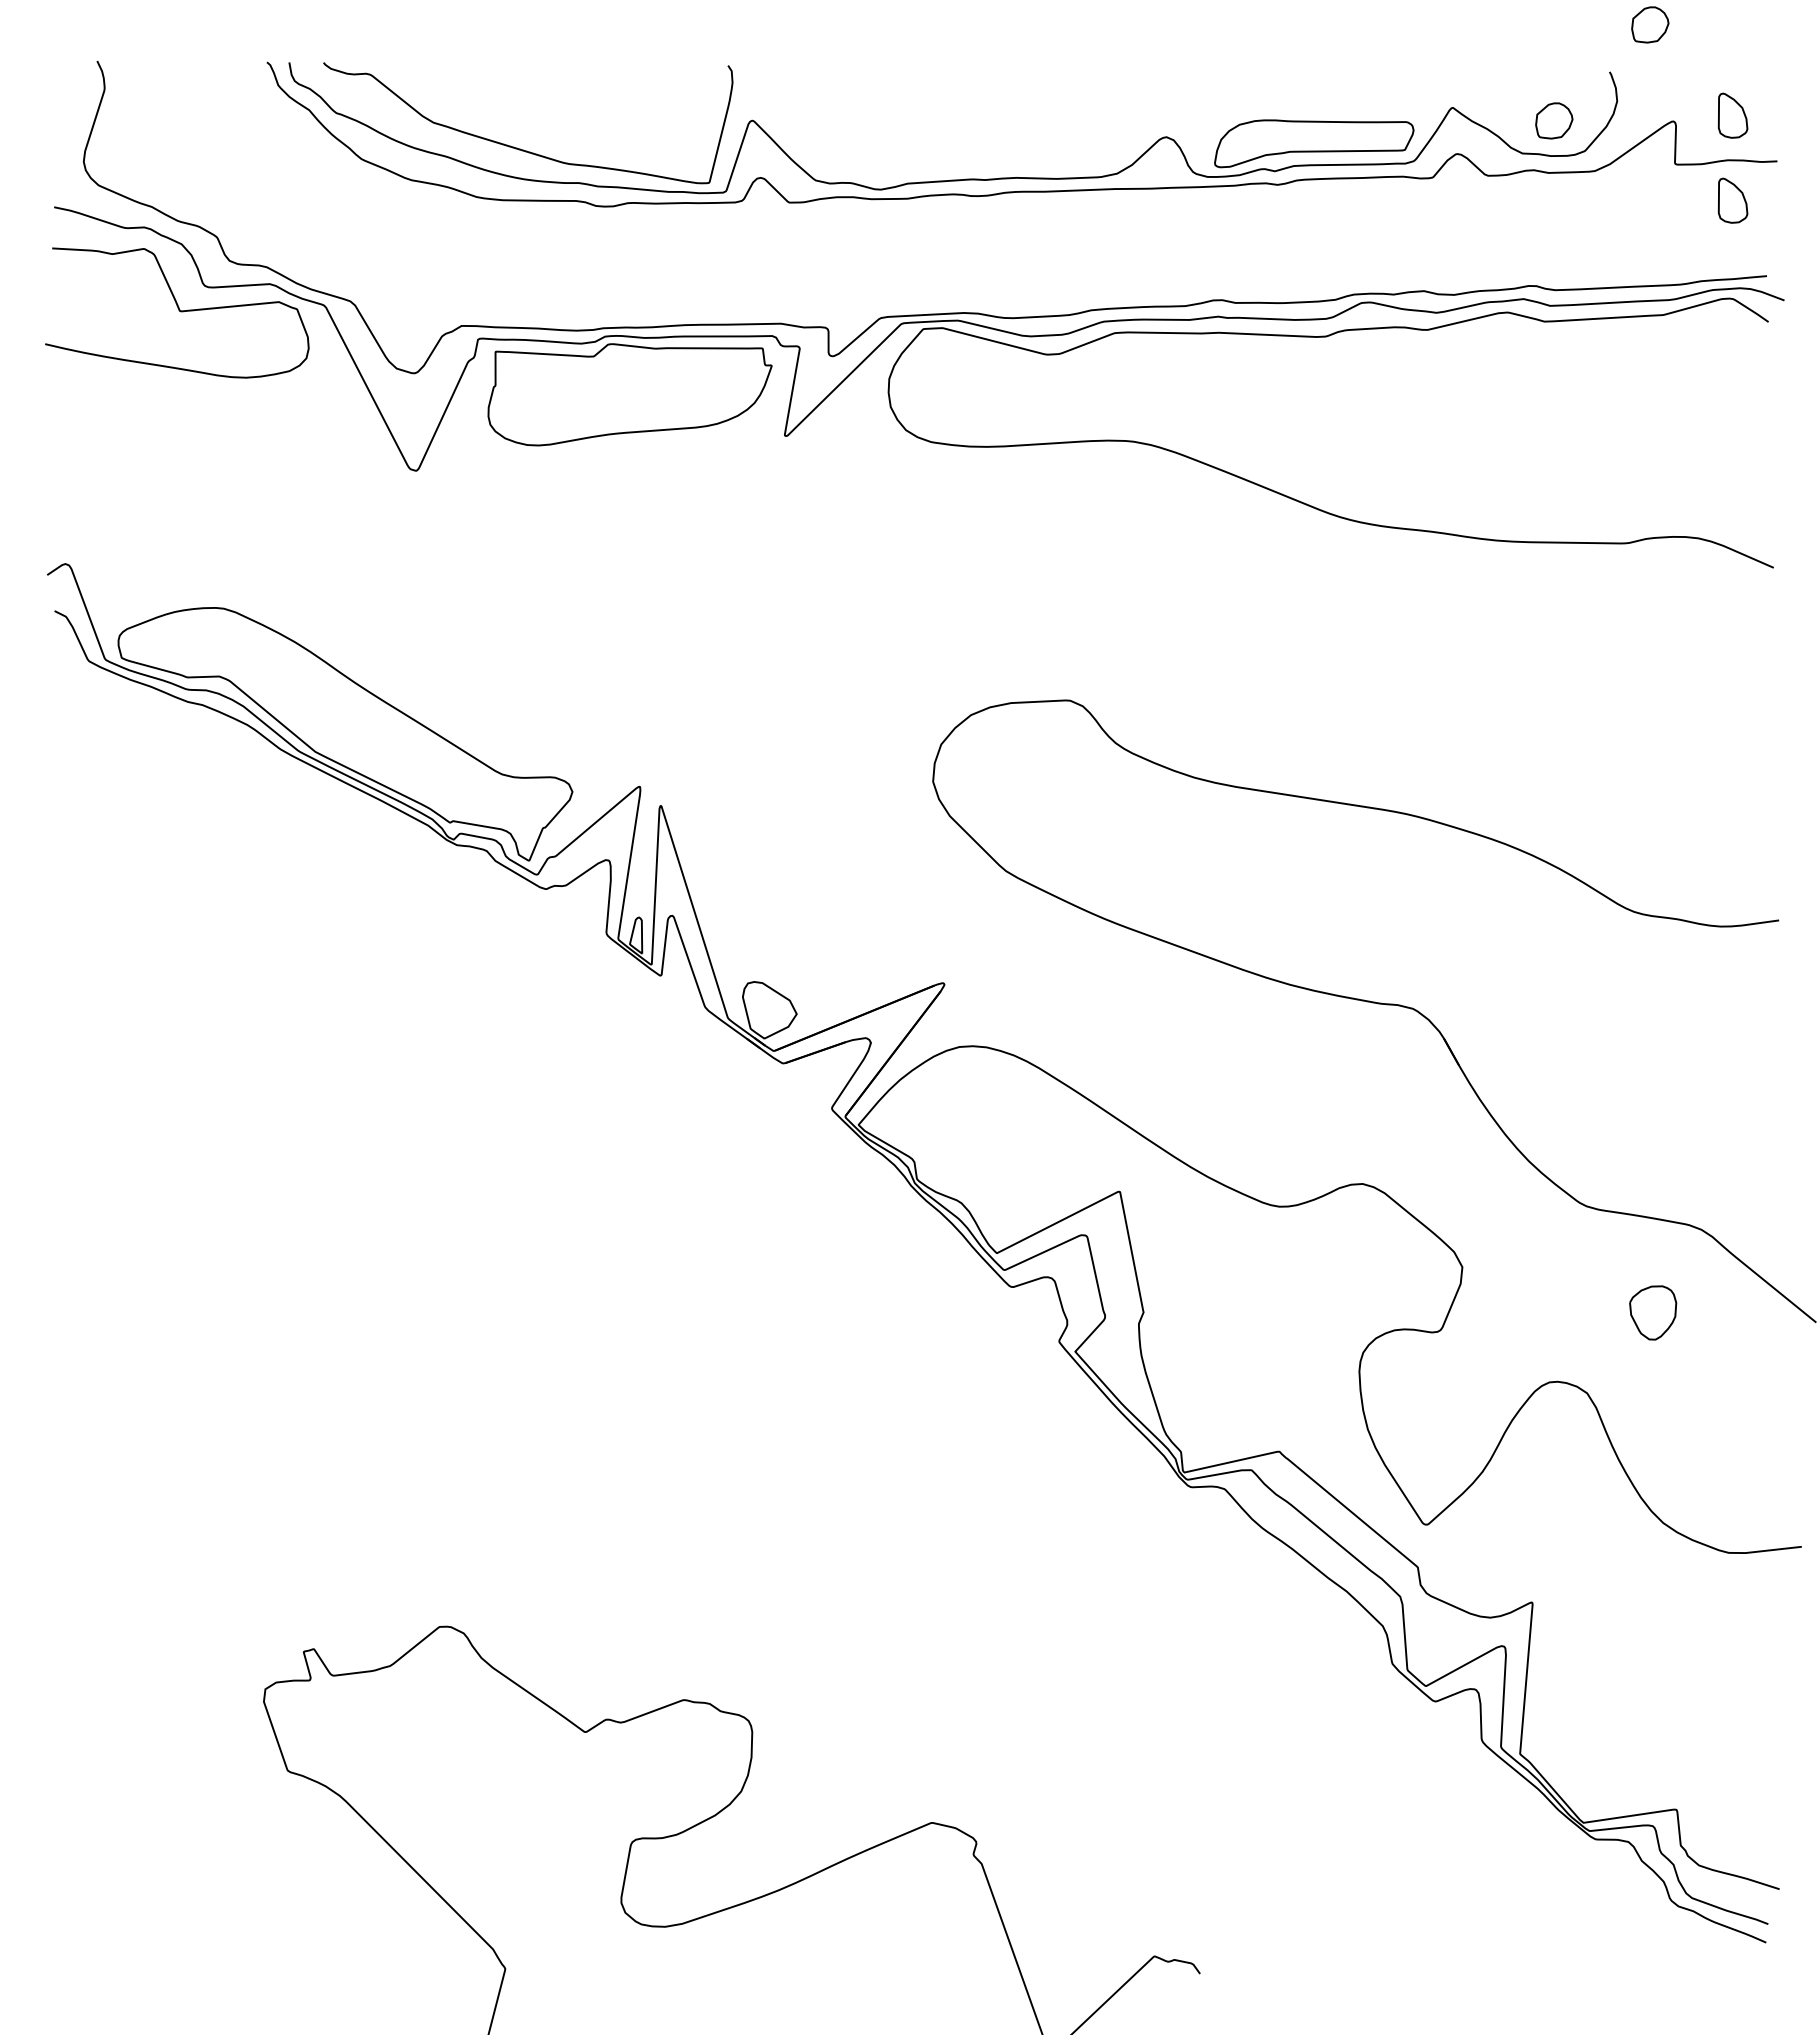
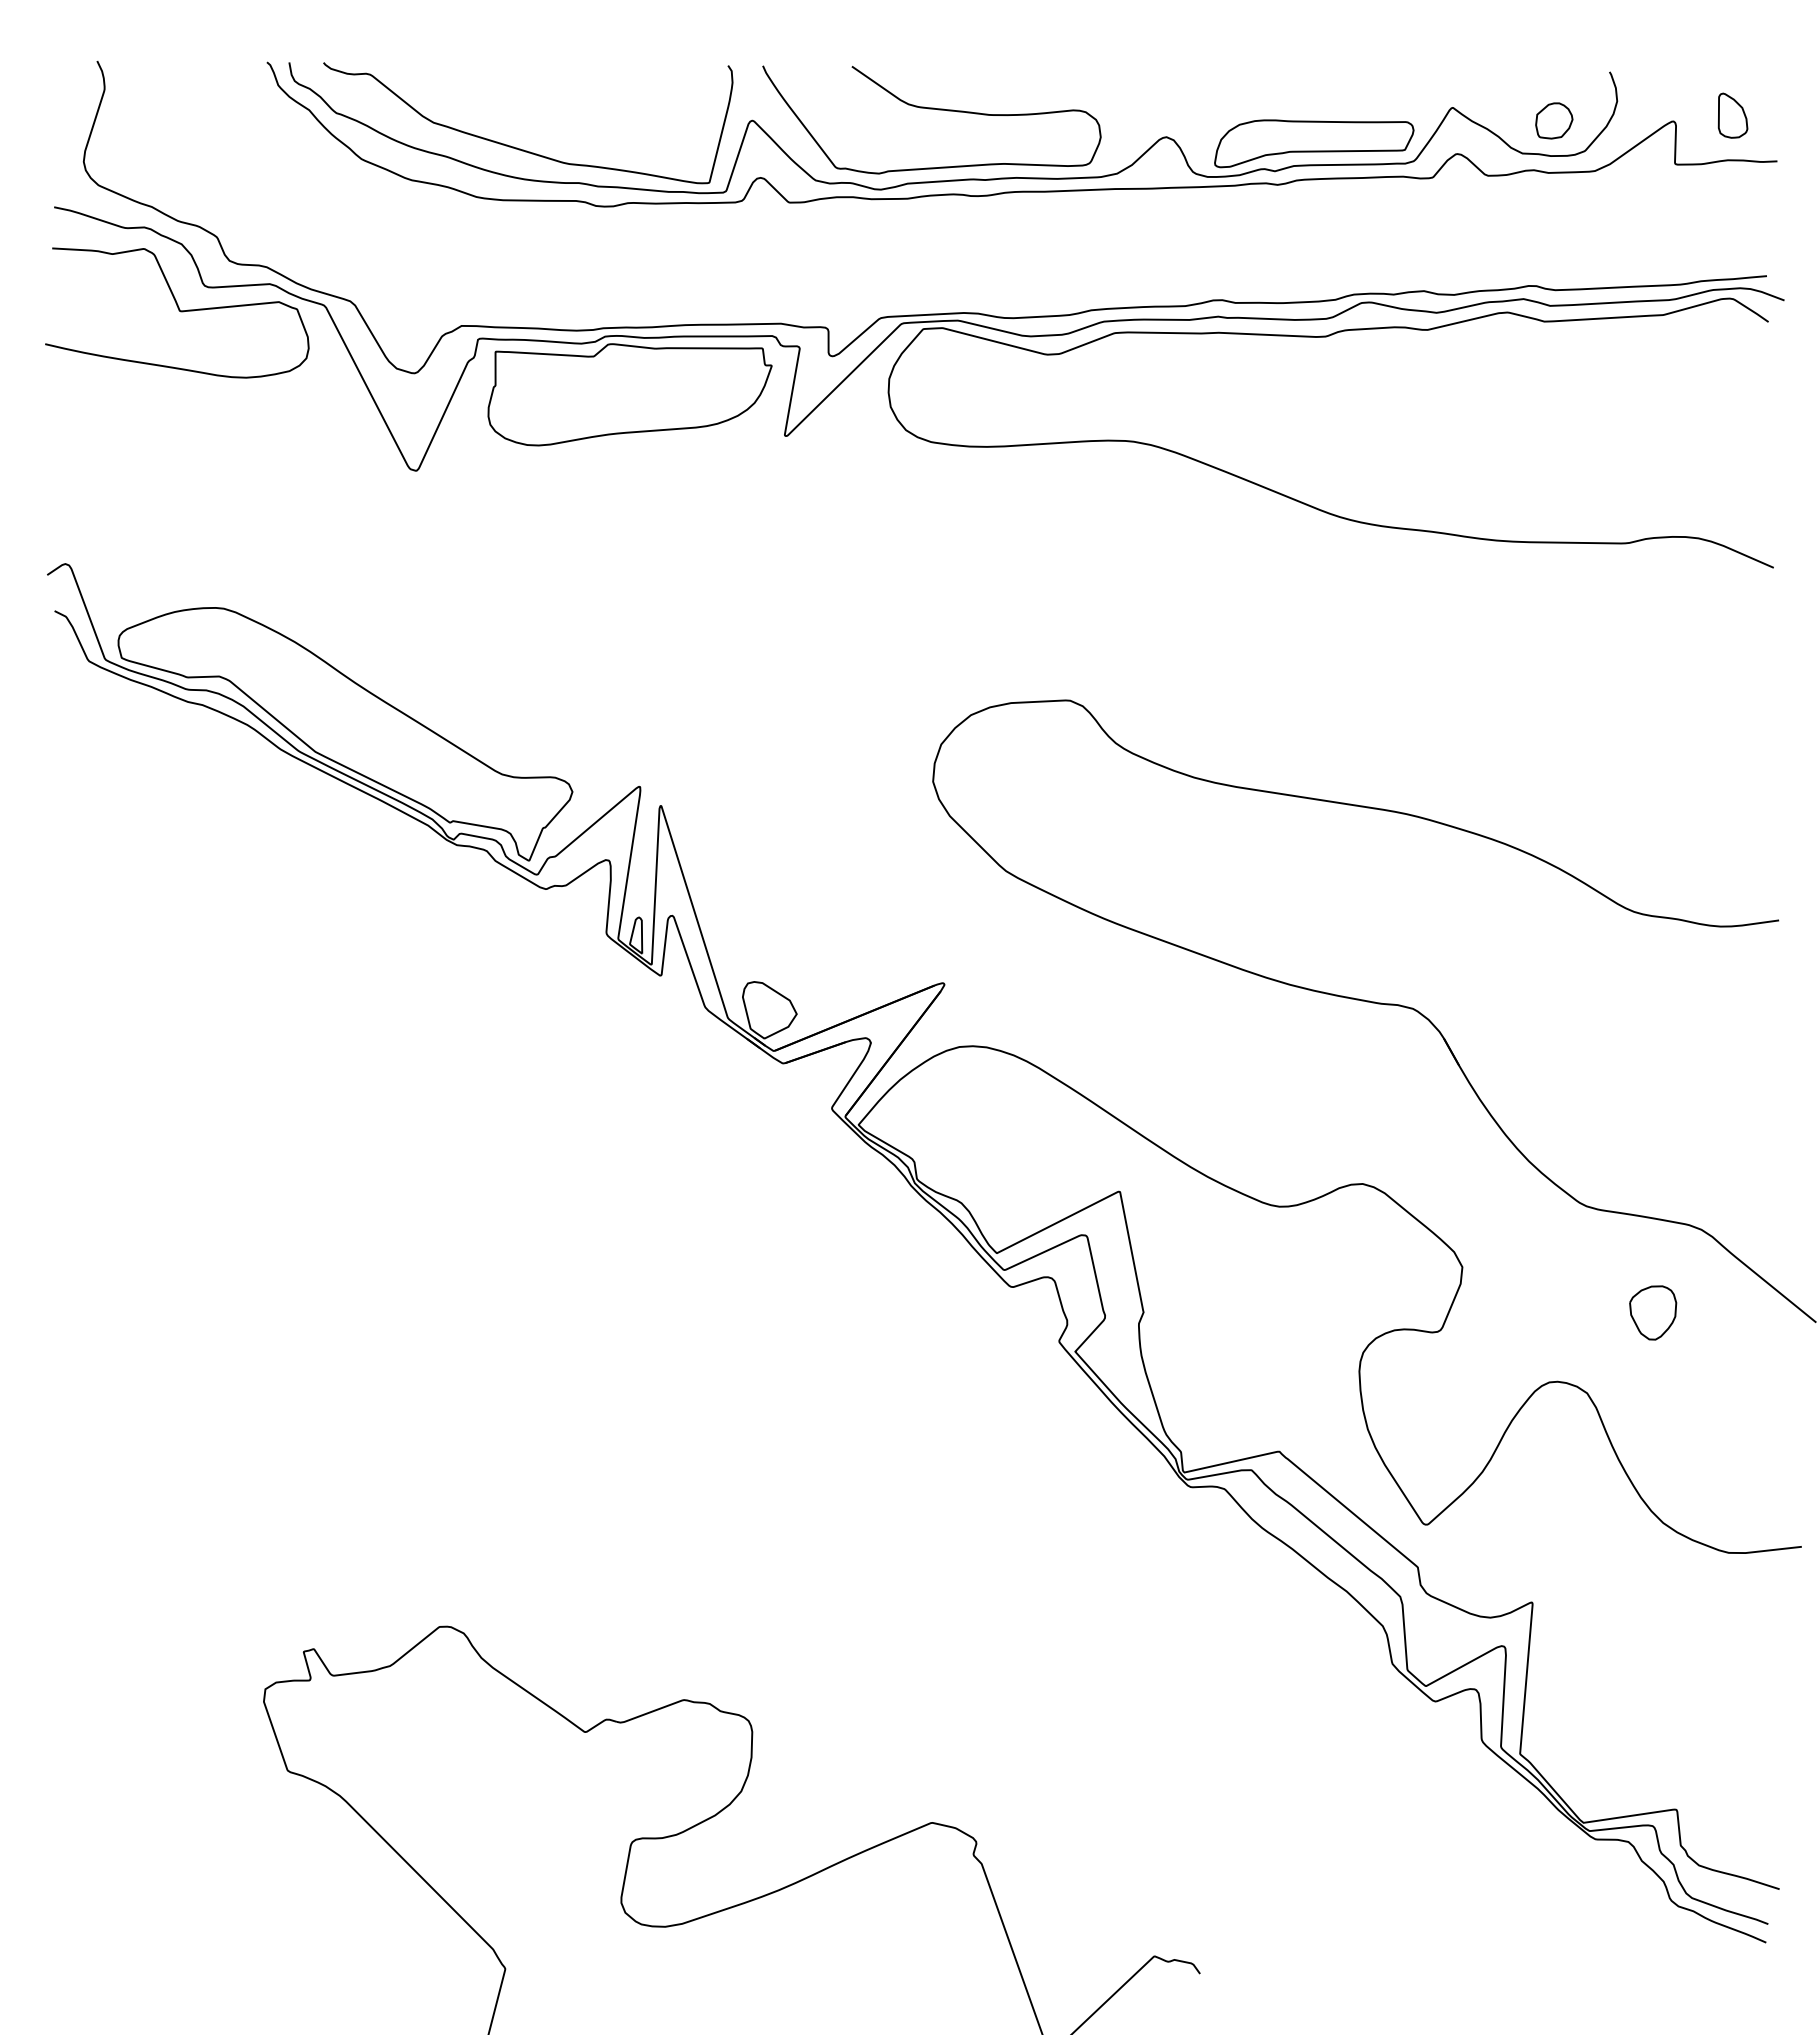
part at (1650, 24): present -> none
curve at (931, 109): none -> present
part at (1732, 200): present -> none
